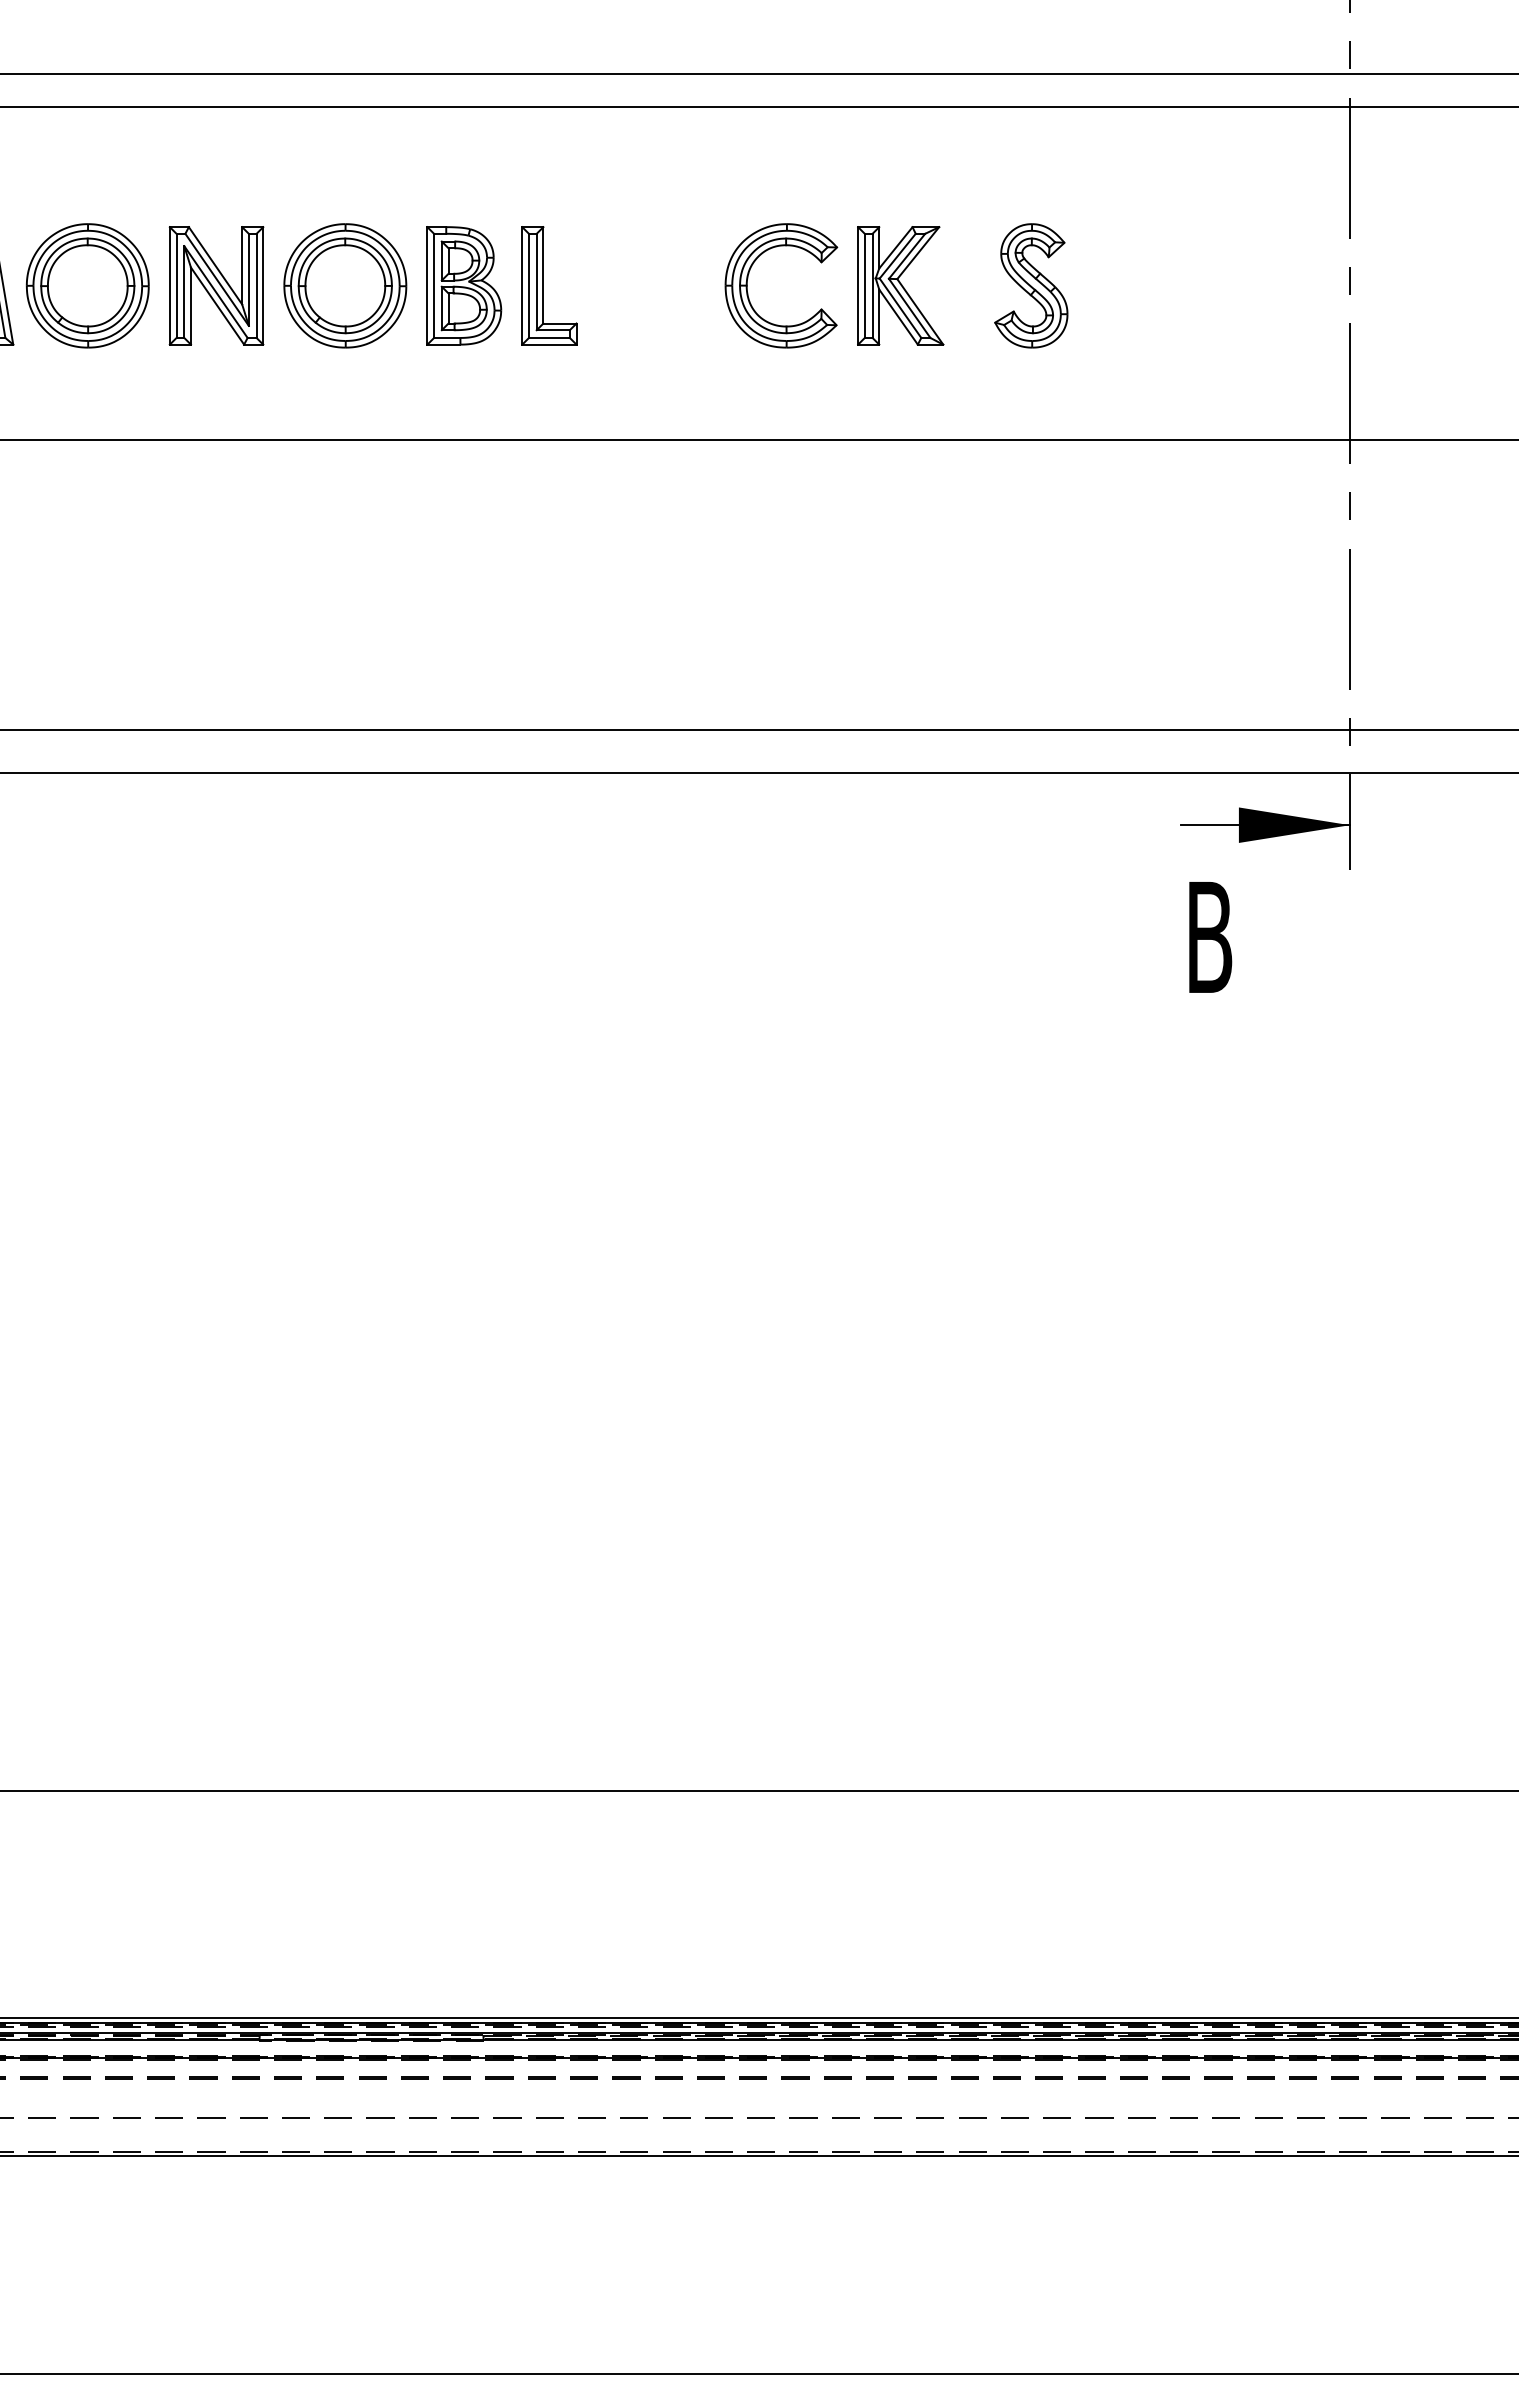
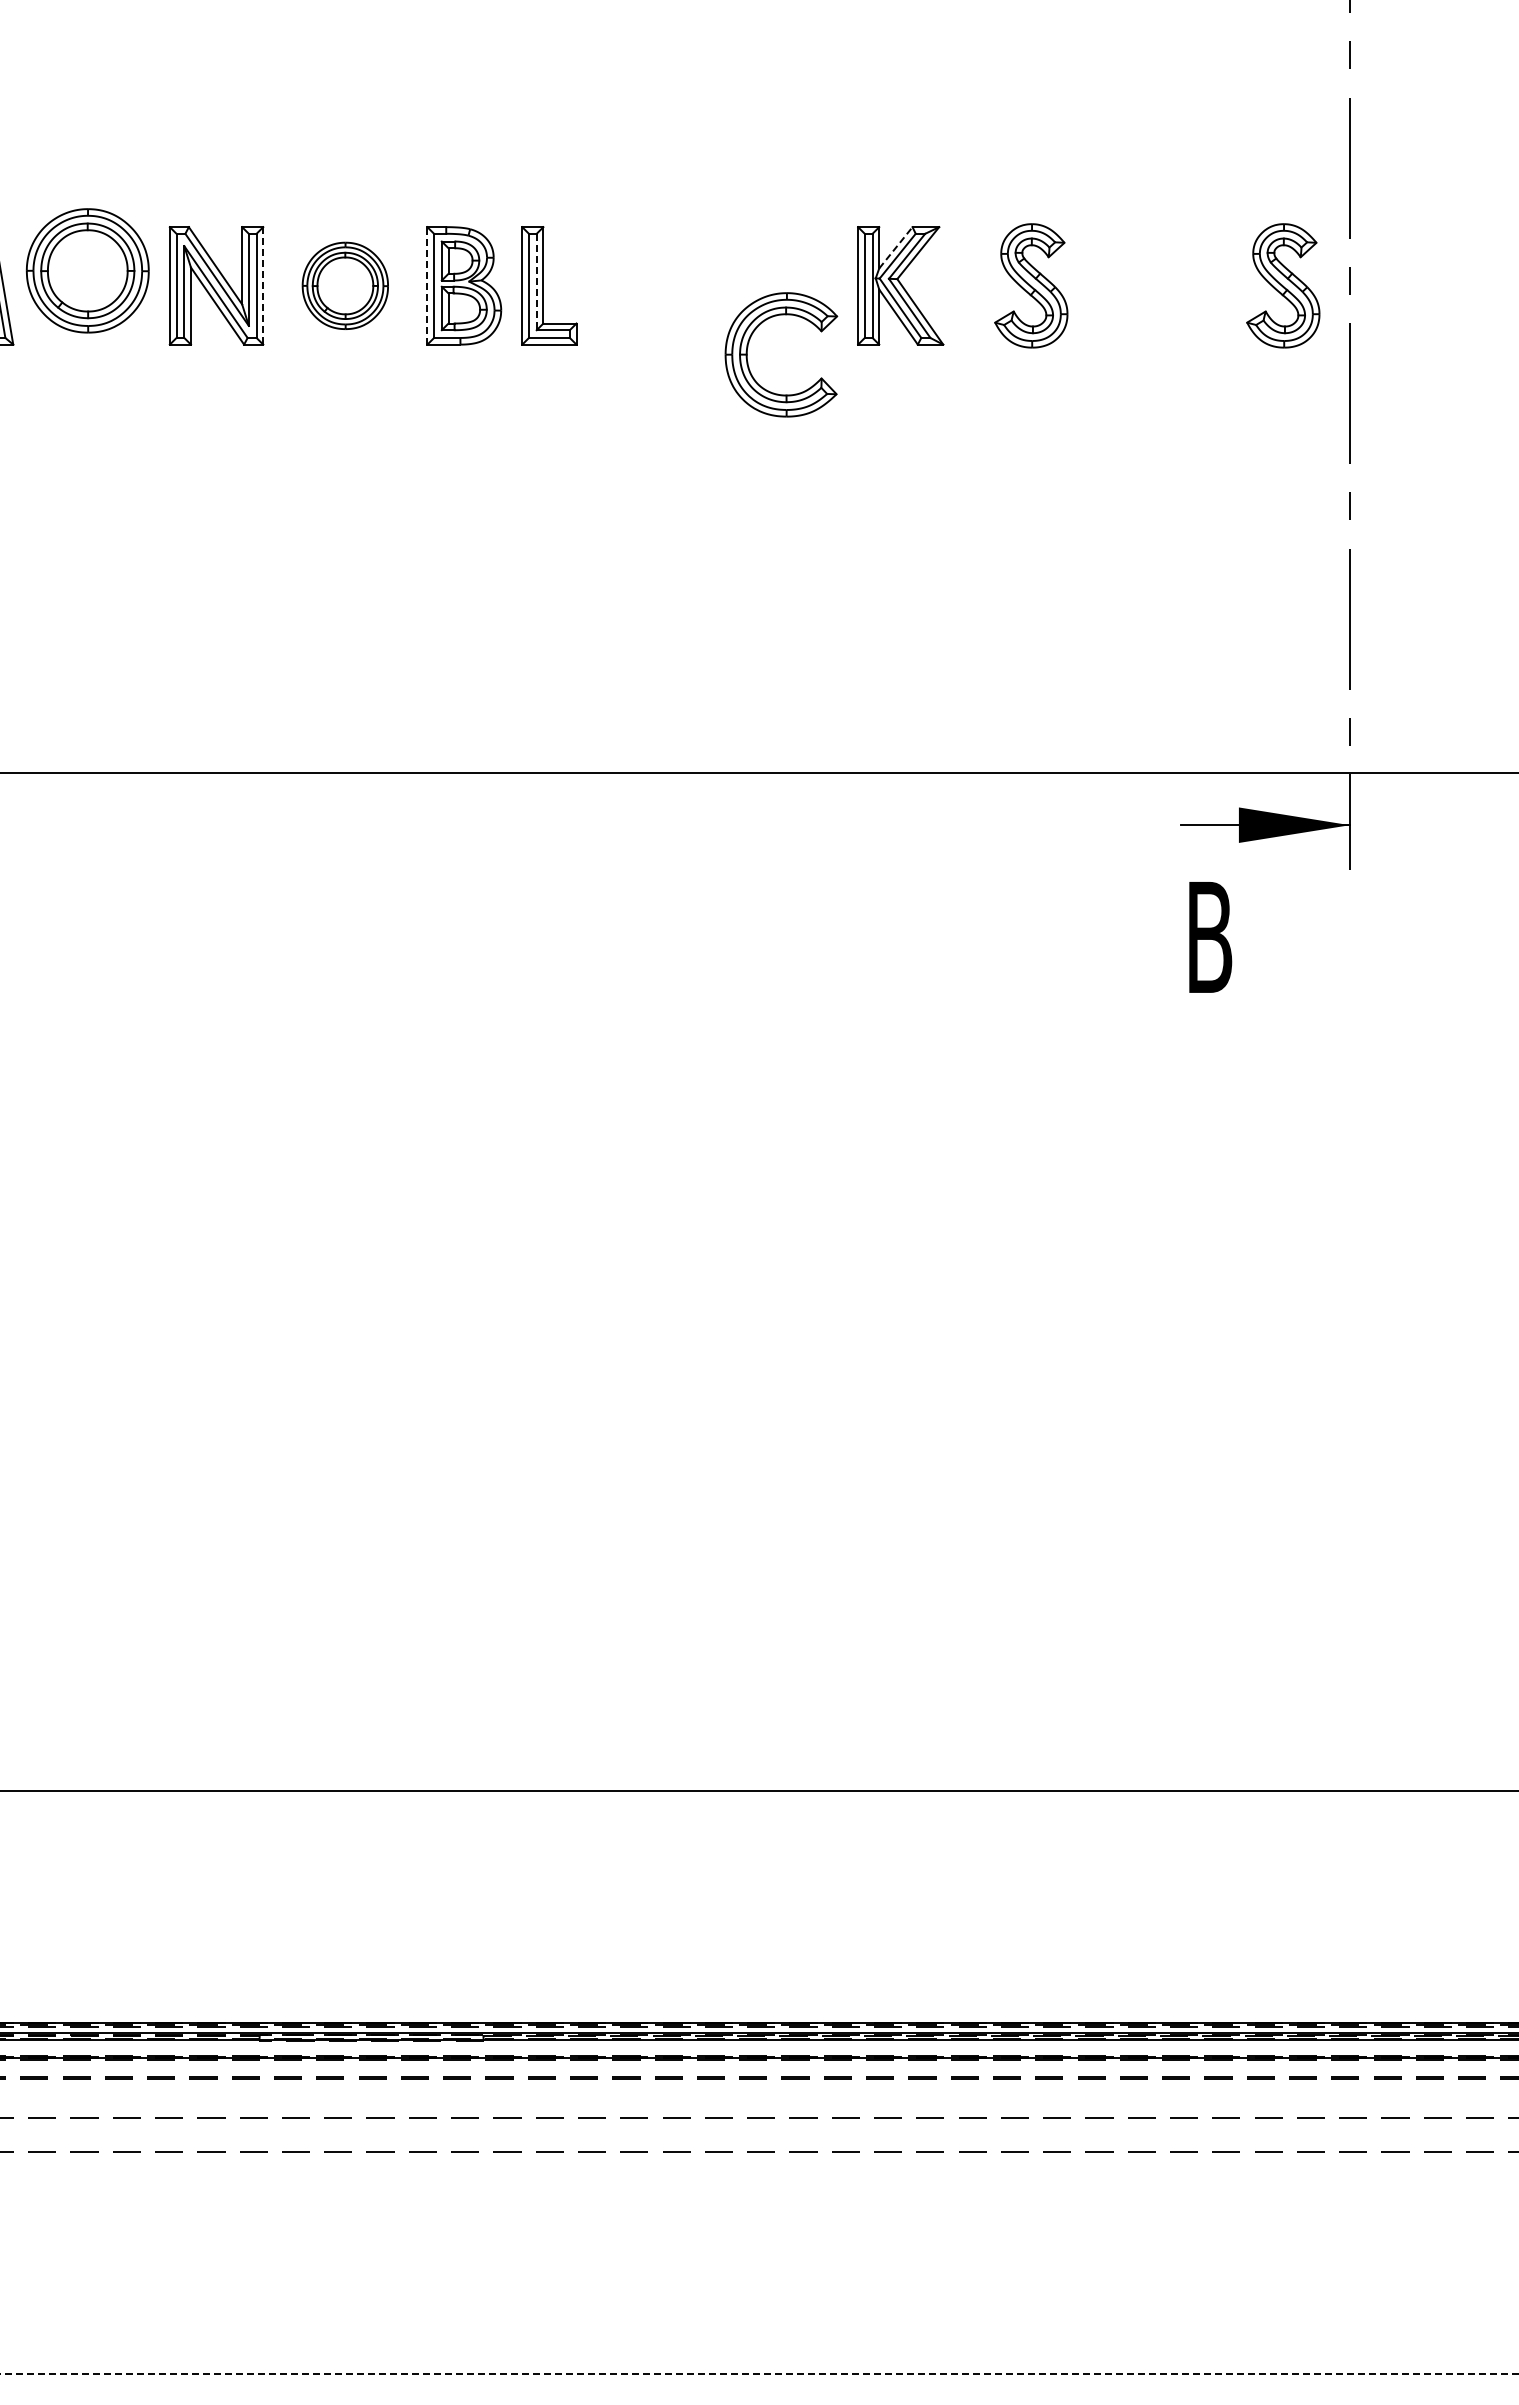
line at (758, 73): present -> none
line at (758, 107): present -> none
line at (895, 247): solid -> dashed
part at (748, 278) position: (748, 278) -> (748, 347)
line at (536, 282): solid -> dashed
part at (87, 285) position: (87, 285) -> (87, 270)
line at (263, 285): solid -> dashed
part at (345, 285) size: 125x126 px -> 88x89 px
line at (427, 285): solid -> dashed
part at (1283, 285): none -> present
line at (758, 440): present -> none
line at (758, 729): present -> none
line at (758, 2018): present -> none
line at (758, 2156): present -> none
line at (759, 2373): solid -> dashed
